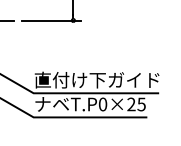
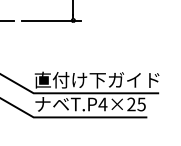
text at (102, 104): T.P0×25 -> T.P4×25
